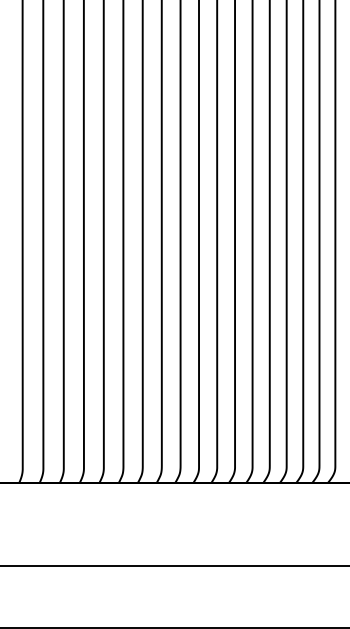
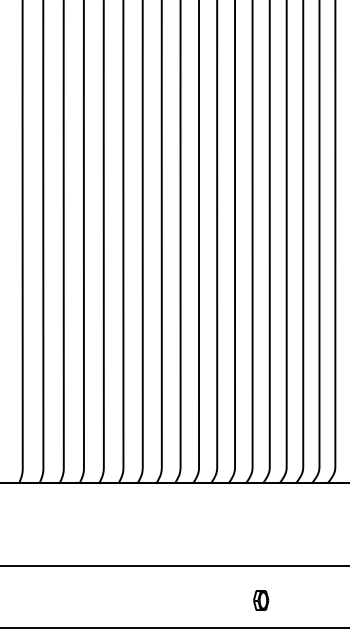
part at (261, 600): none -> present
